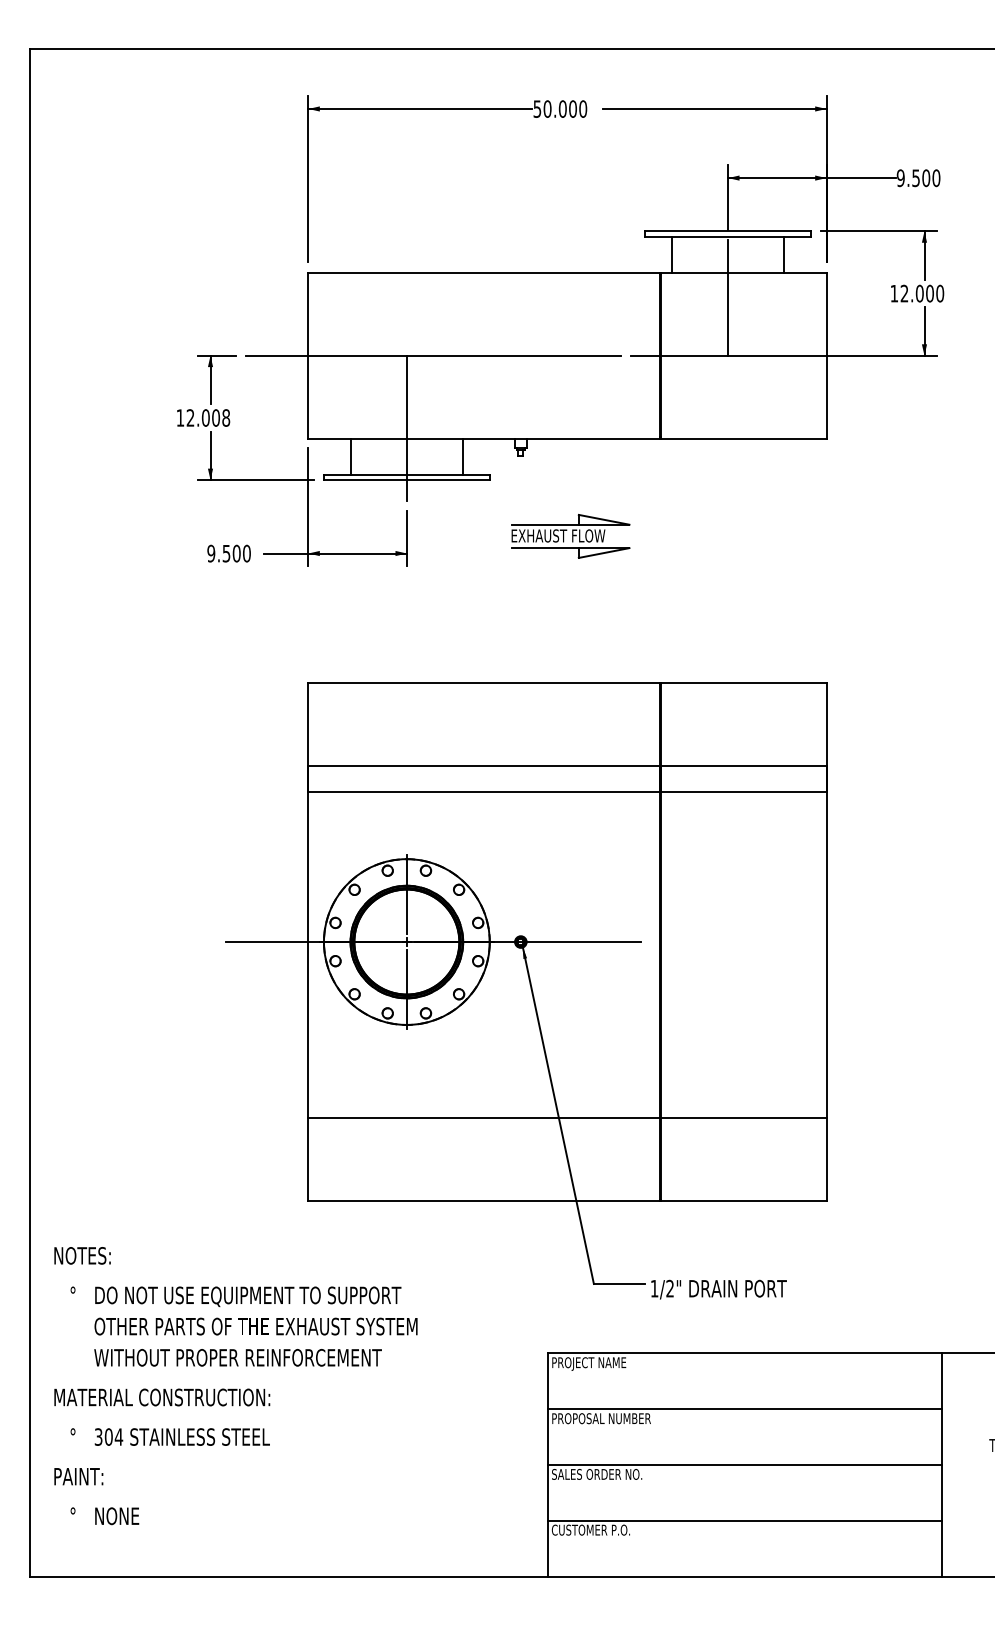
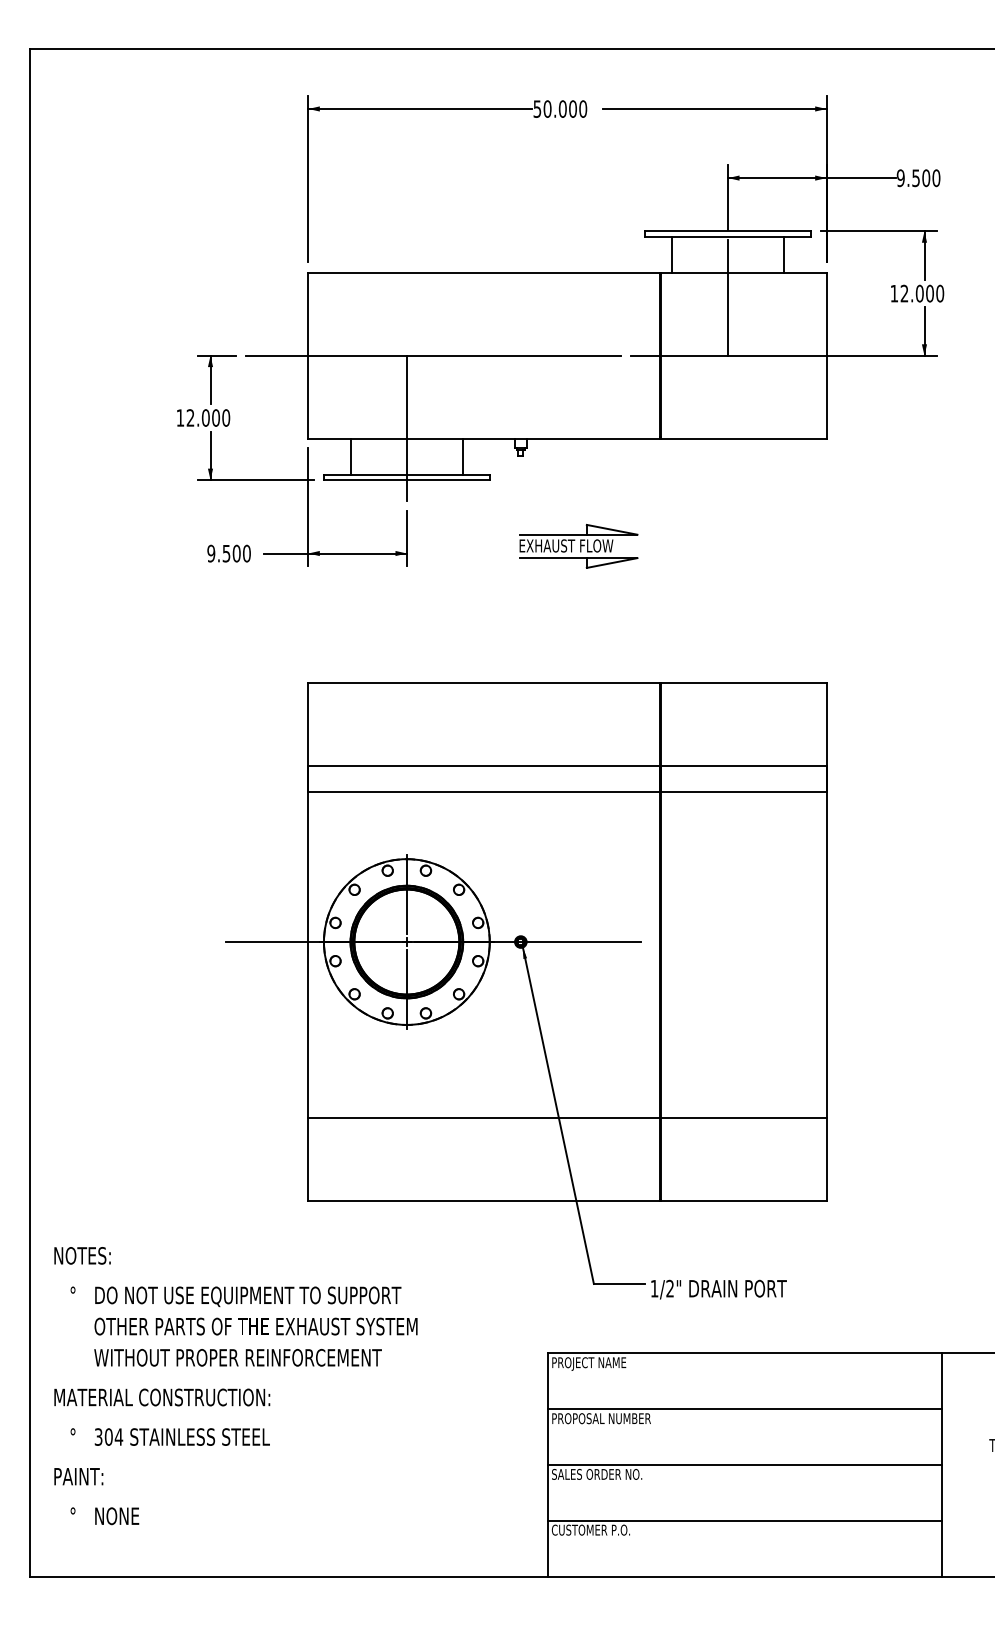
text at (226, 417): 12.008 -> 12.000
part at (570, 536) position: (570, 536) -> (578, 546)
